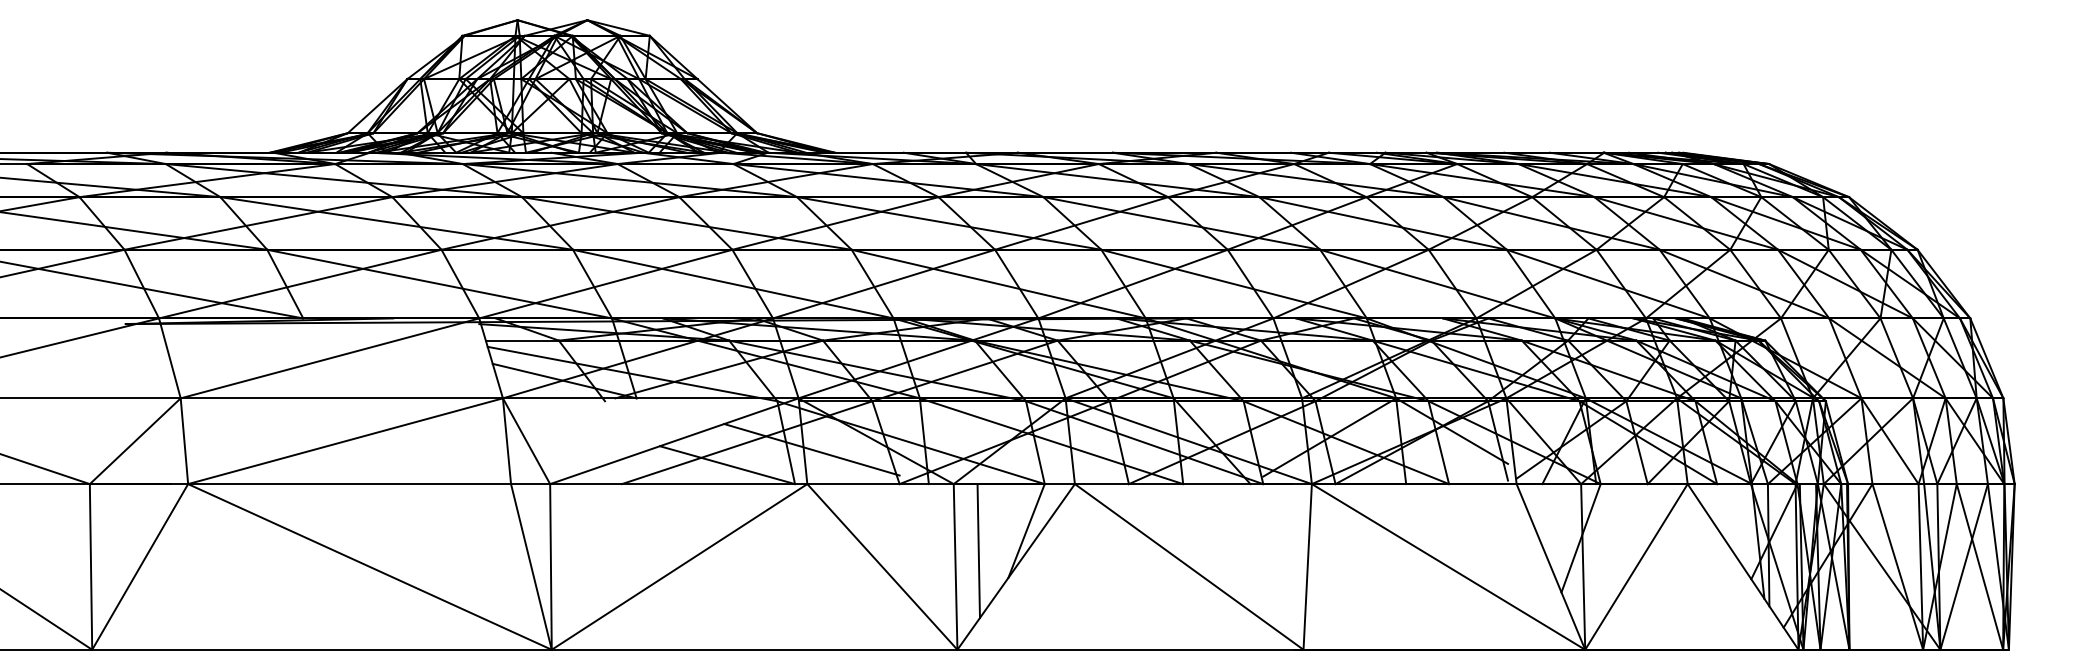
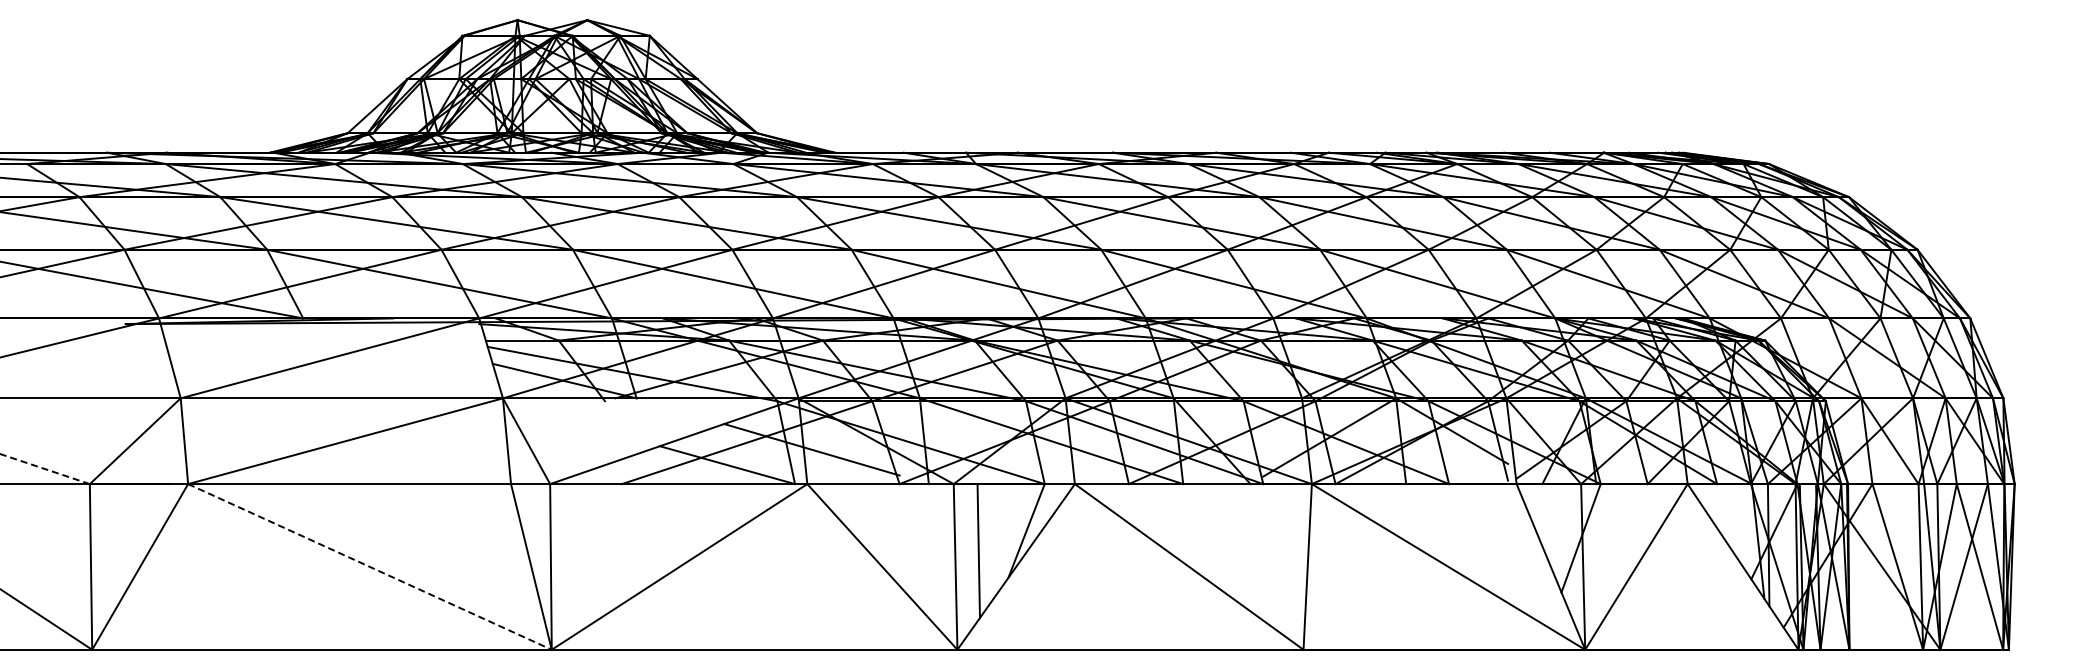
line at (45, 469): solid -> dashed
line at (369, 566): solid -> dashed
